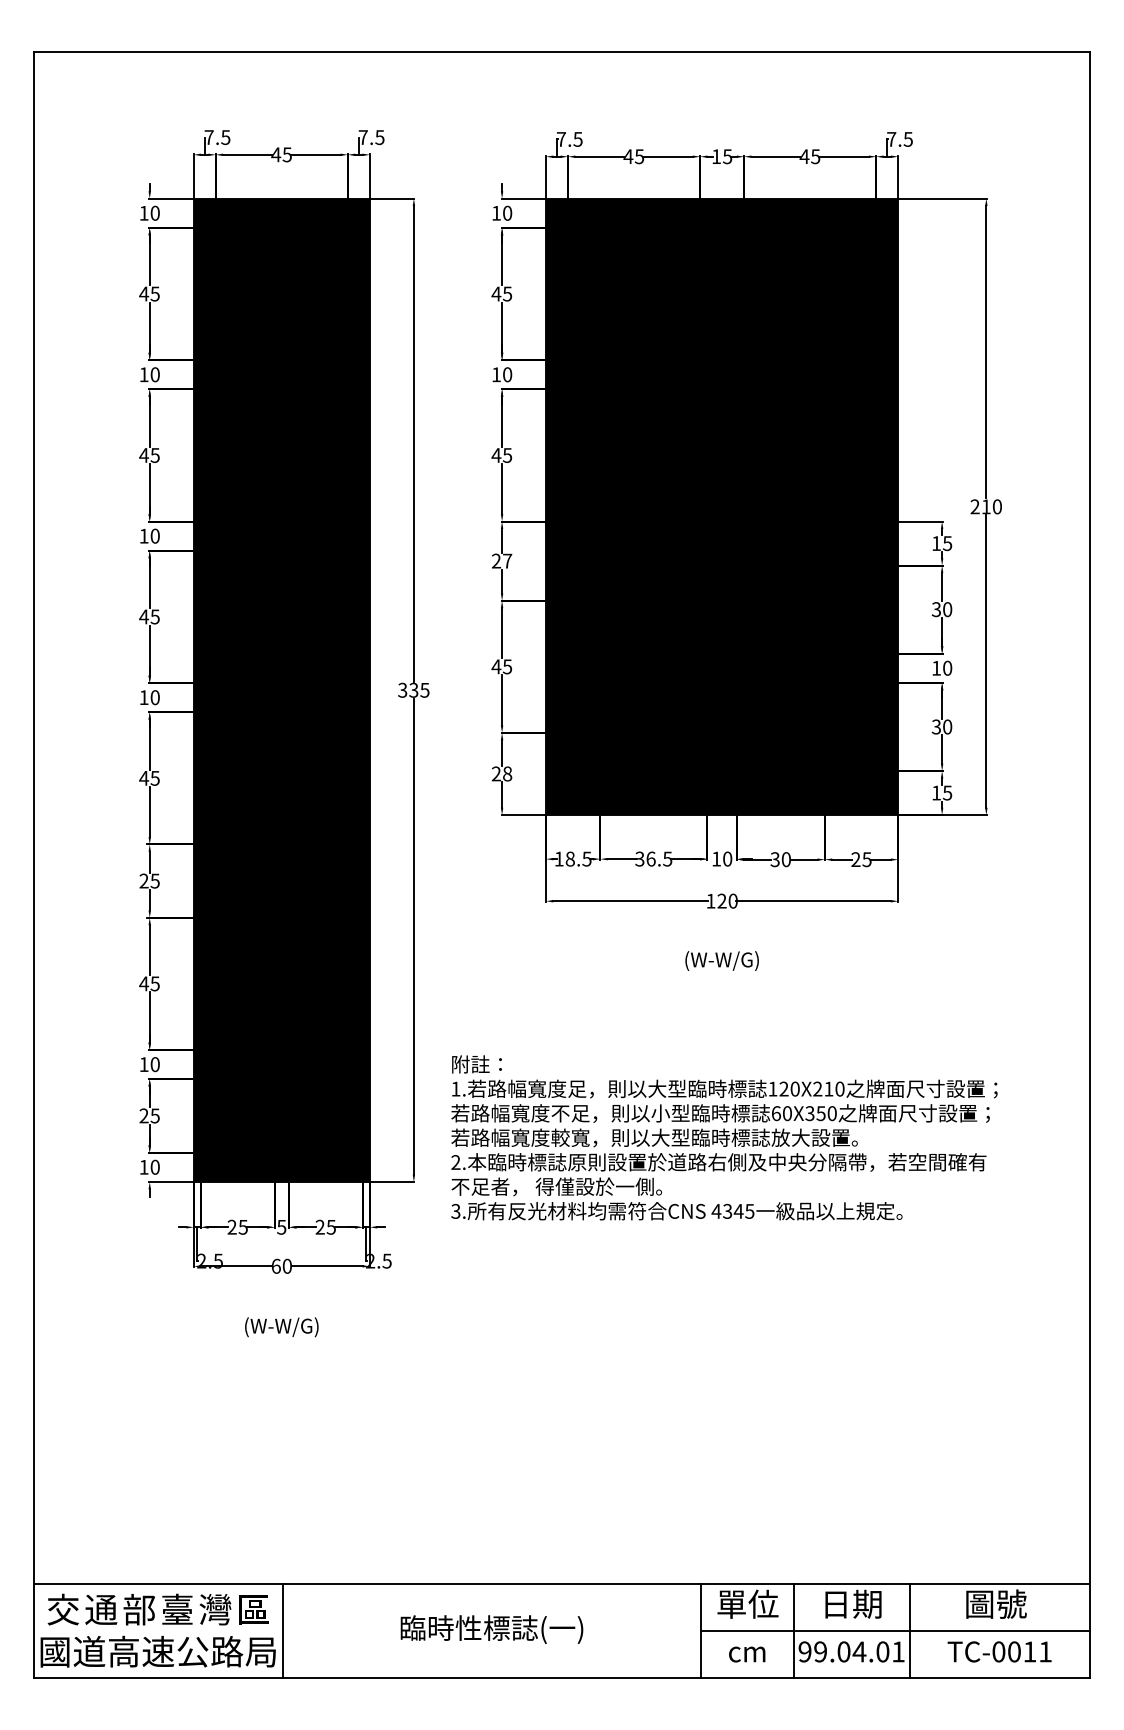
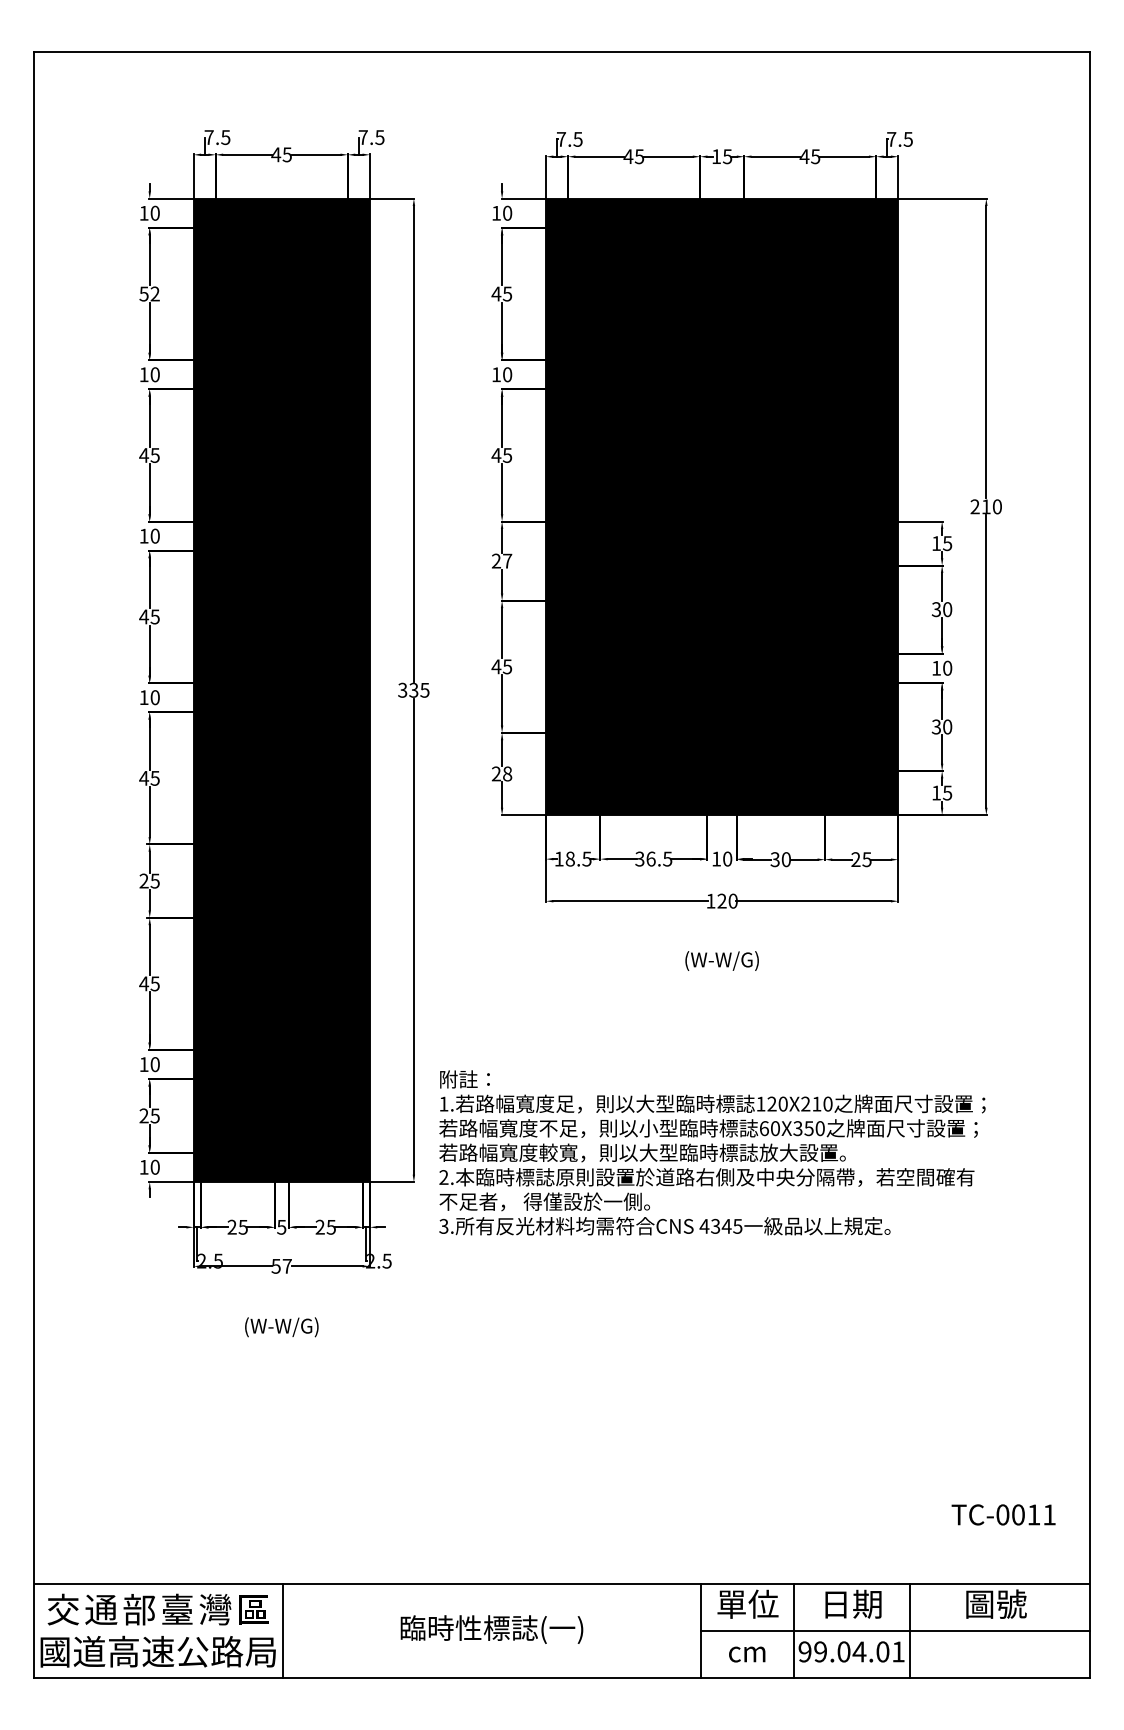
text at (149, 293): 45 -> 52
text at (724, 1137) position: (724, 1137) -> (712, 1152)
text at (281, 1265): 60 -> 57
text at (999, 1651) position: (999, 1651) -> (1003, 1514)
